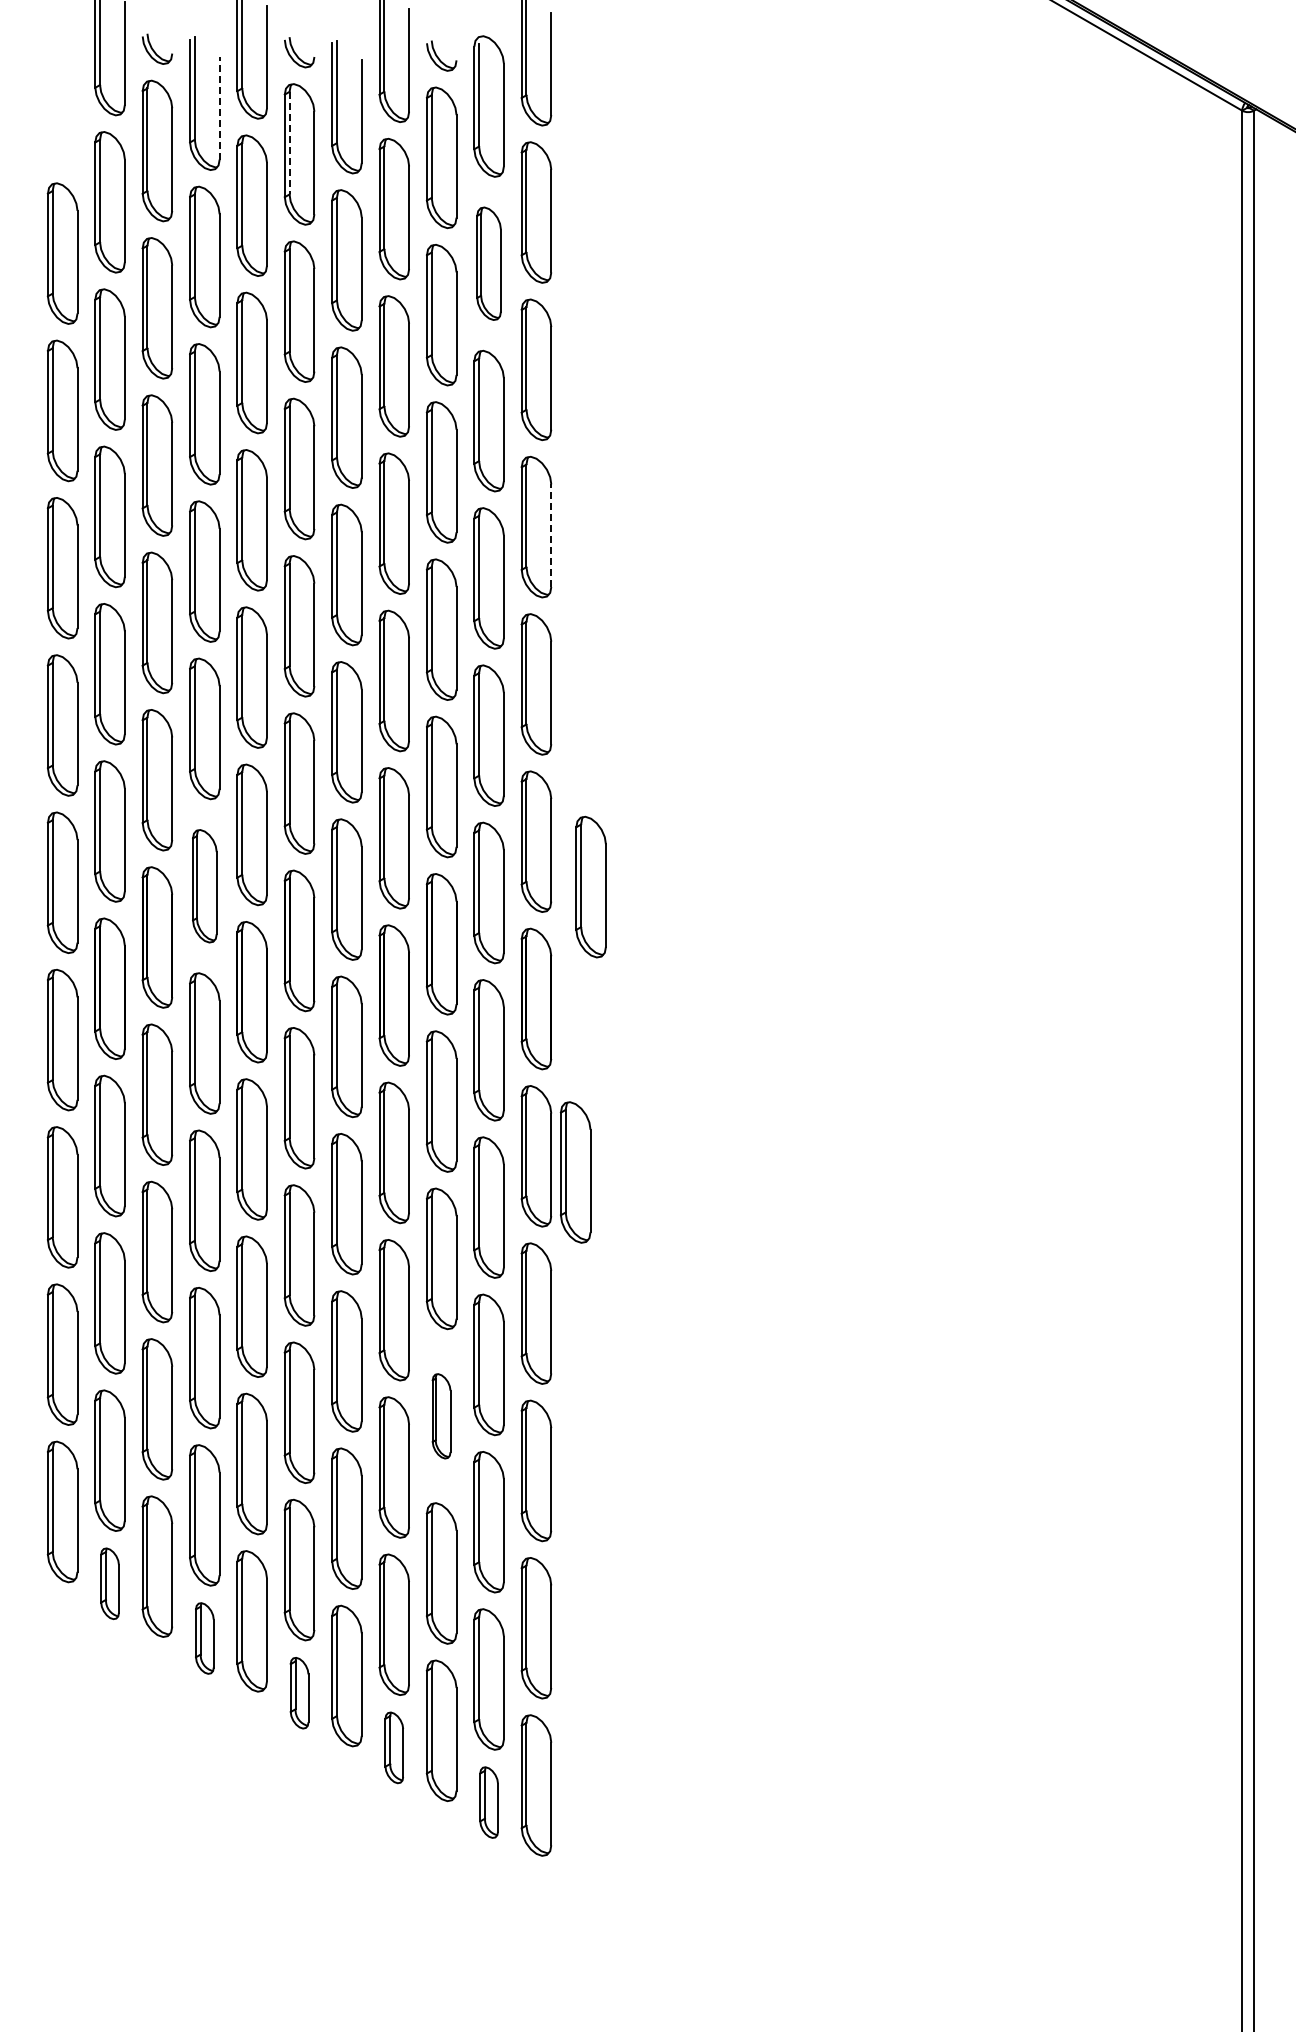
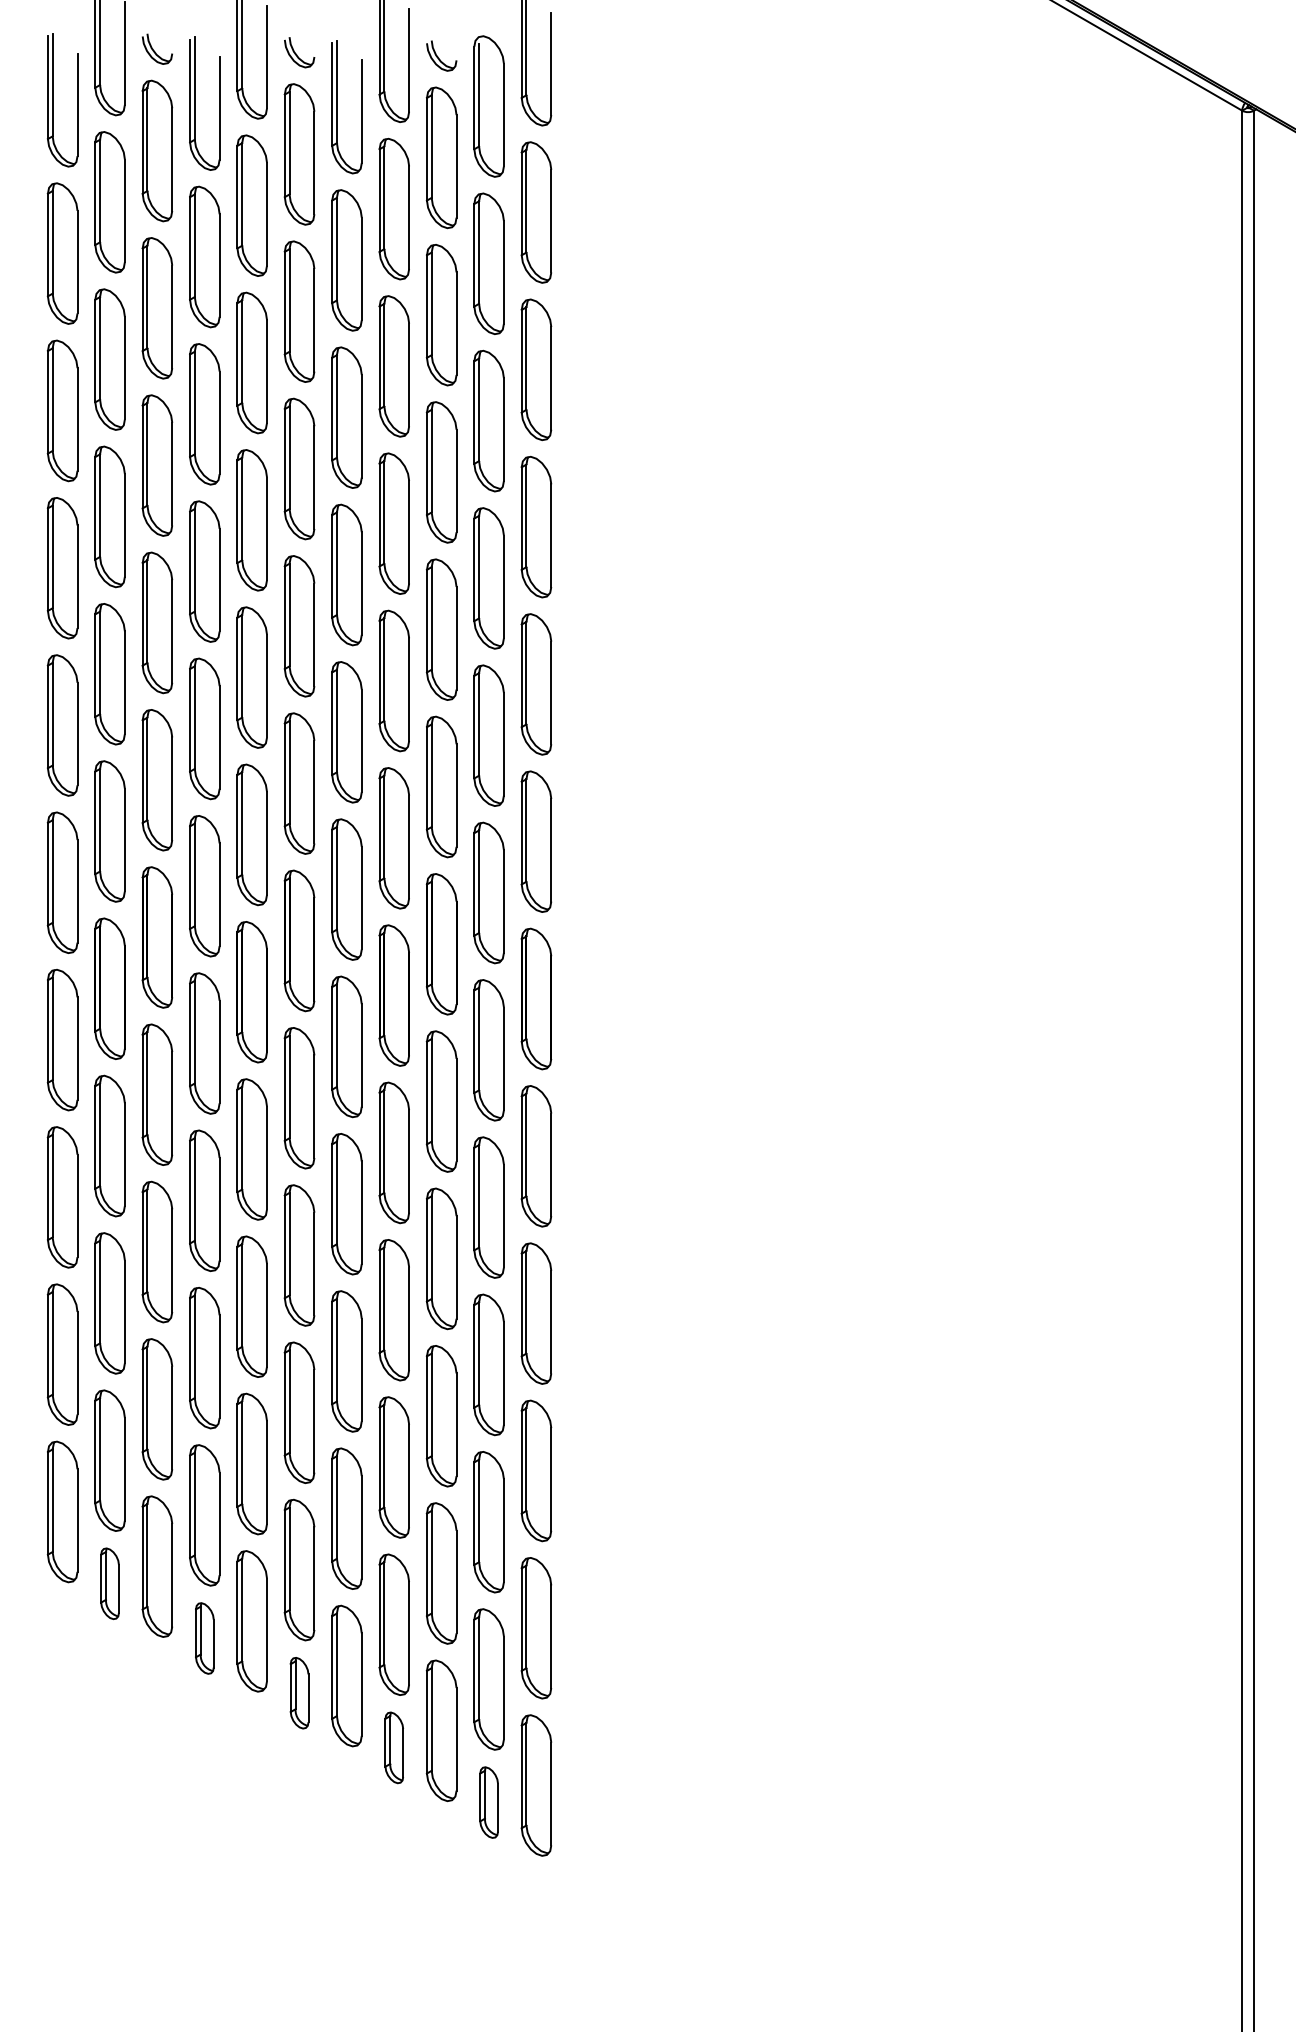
part at (53, 100): none -> present
line at (219, 107): dashed -> solid
line at (289, 143): dashed -> solid
part at (488, 263) size: 26x115 px -> 32x143 px
line at (551, 535): dashed -> solid
part at (204, 886) size: 26x115 px -> 32x143 px
part at (590, 886): present -> none
part at (575, 1172): present -> none
part at (441, 1416) size: 21x87 px -> 33x143 px
